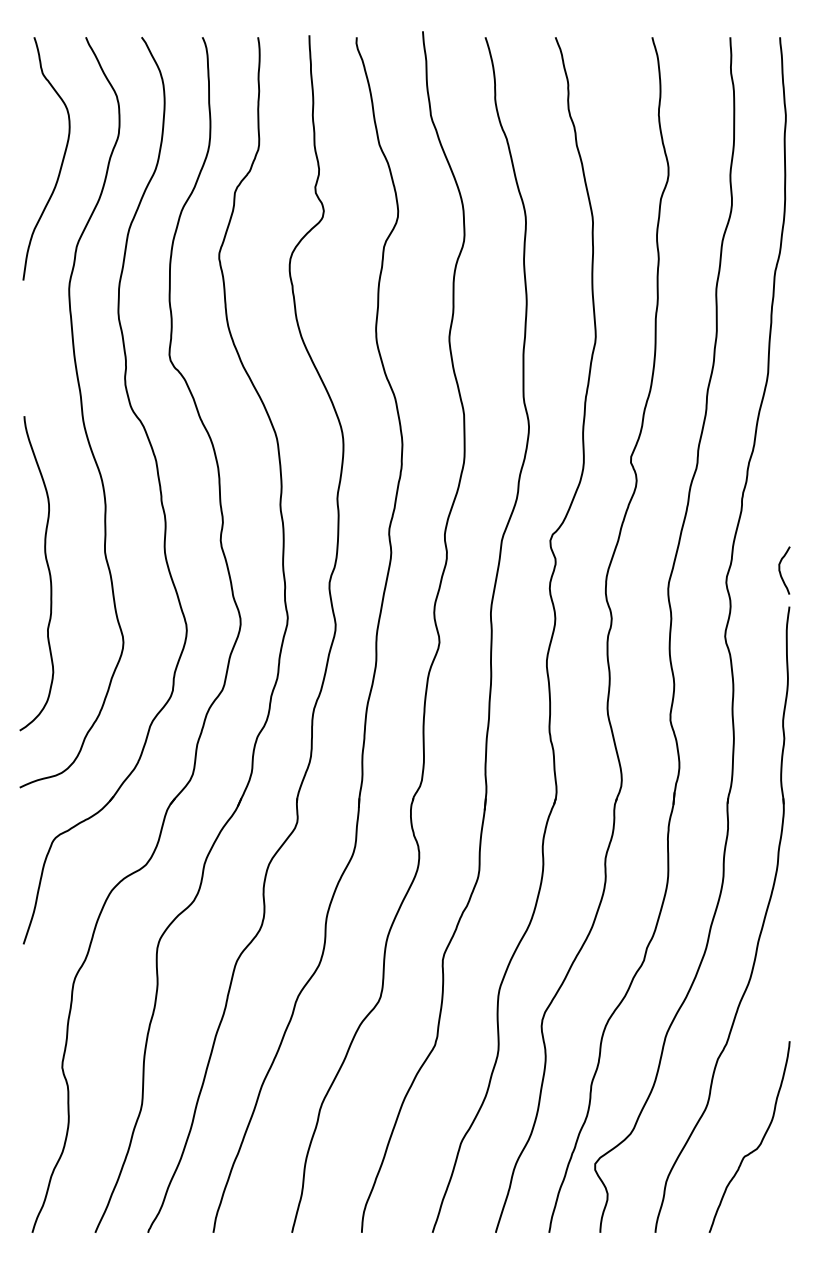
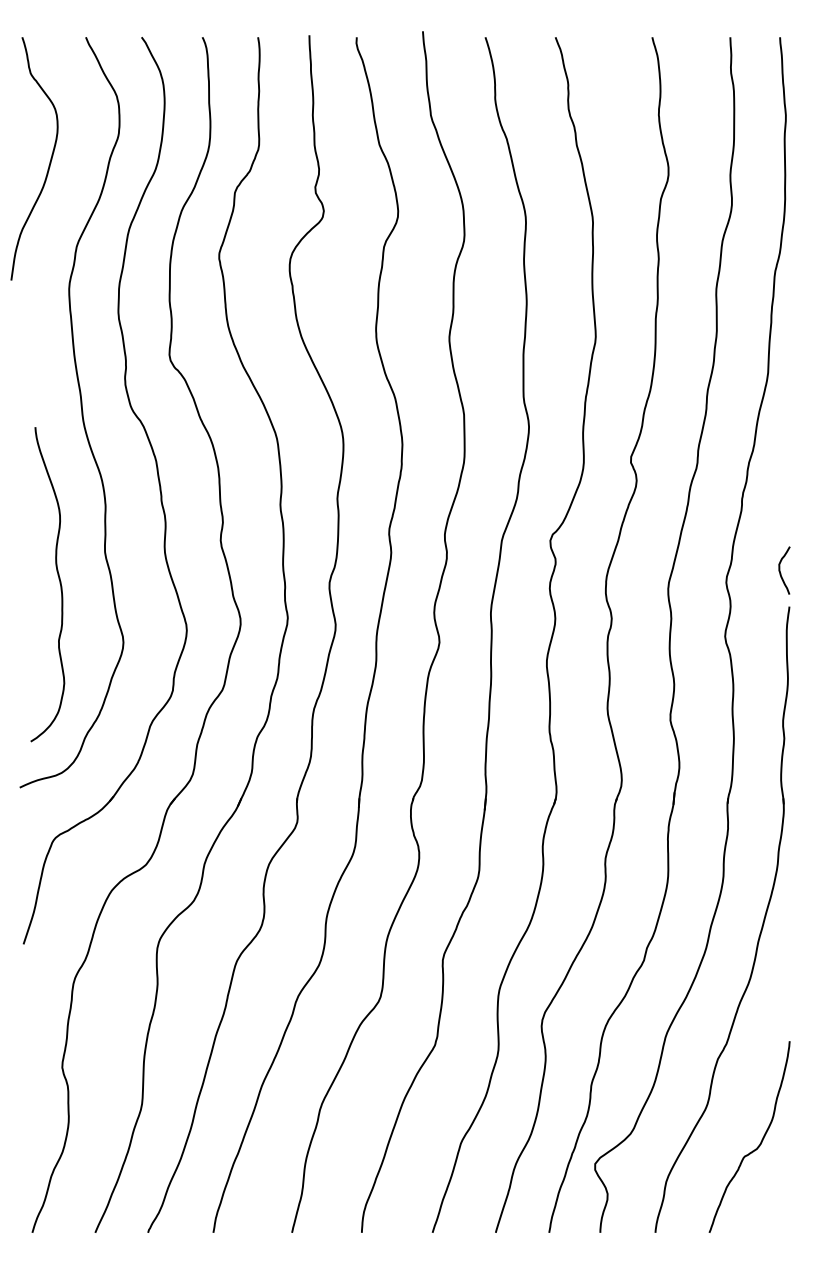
curve at (61, 161) position: (61, 161) -> (49, 161)
curve at (48, 572) position: (48, 572) -> (59, 583)
